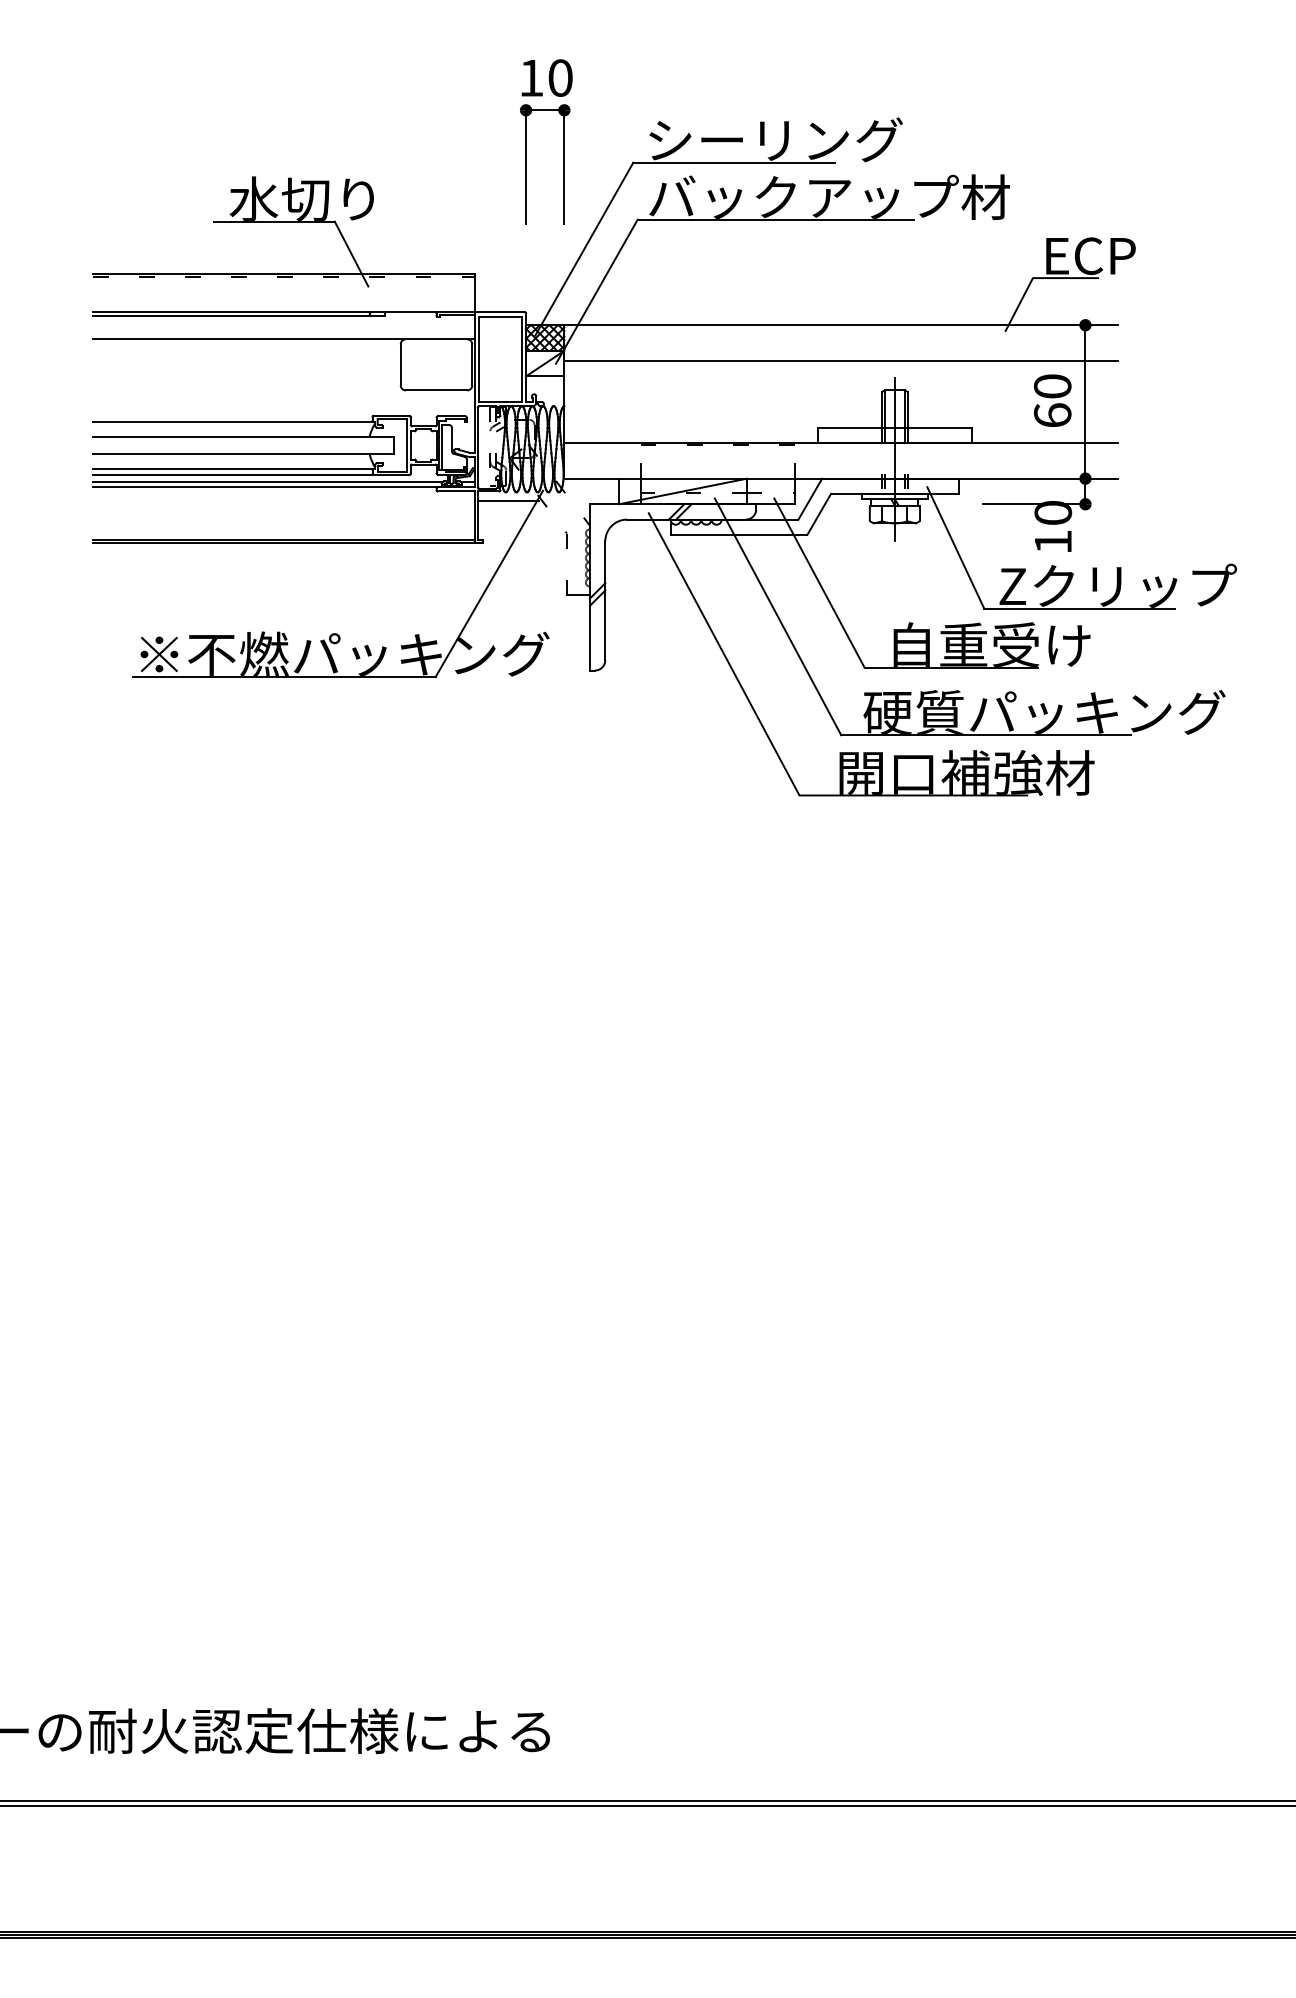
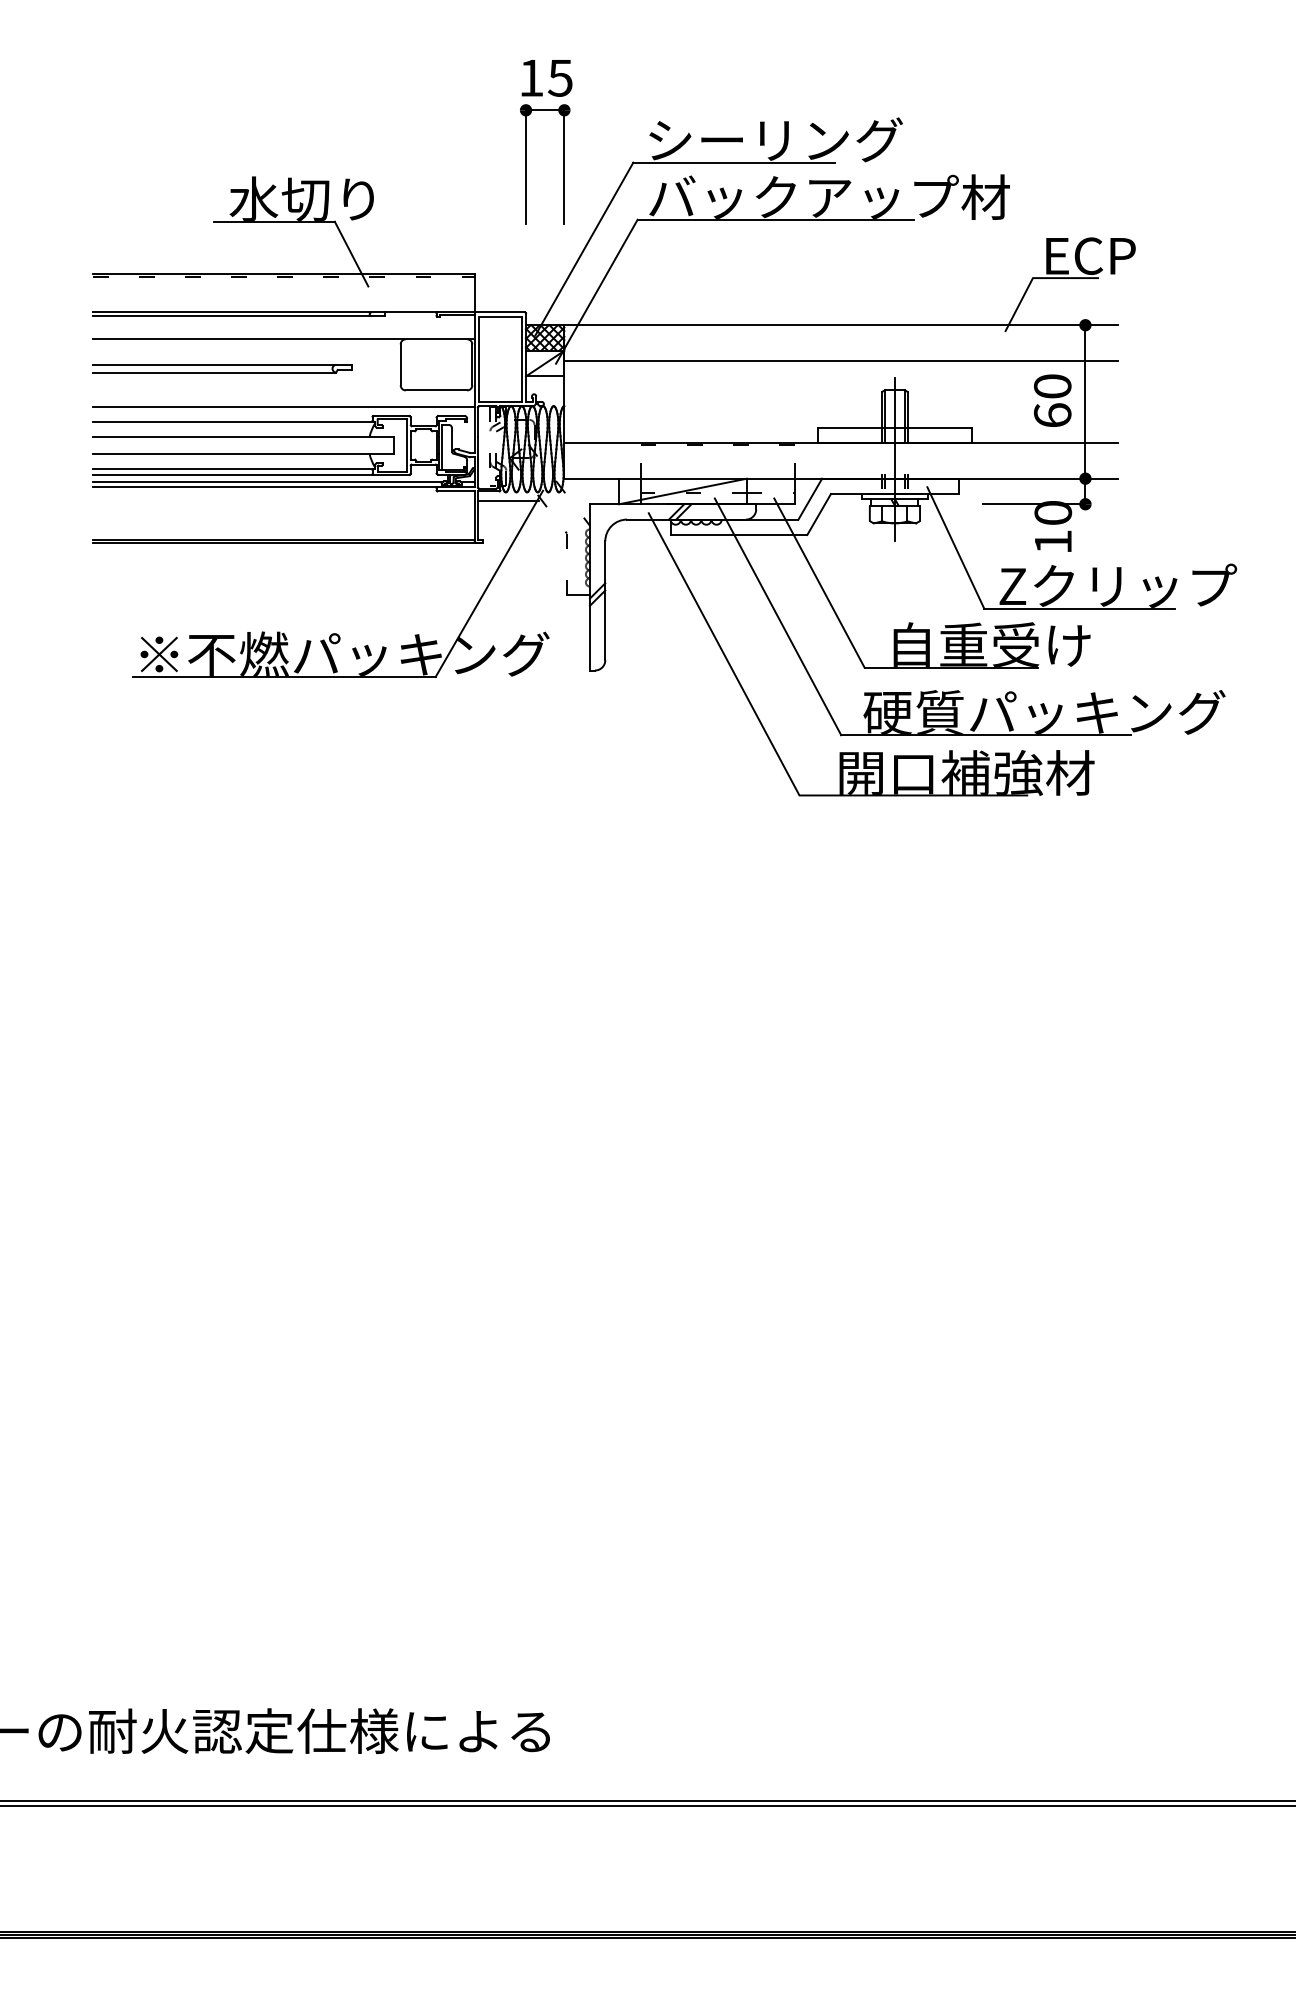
text at (559, 77): 10 -> 15
part at (222, 368): none -> present
line at (283, 407): none -> present
